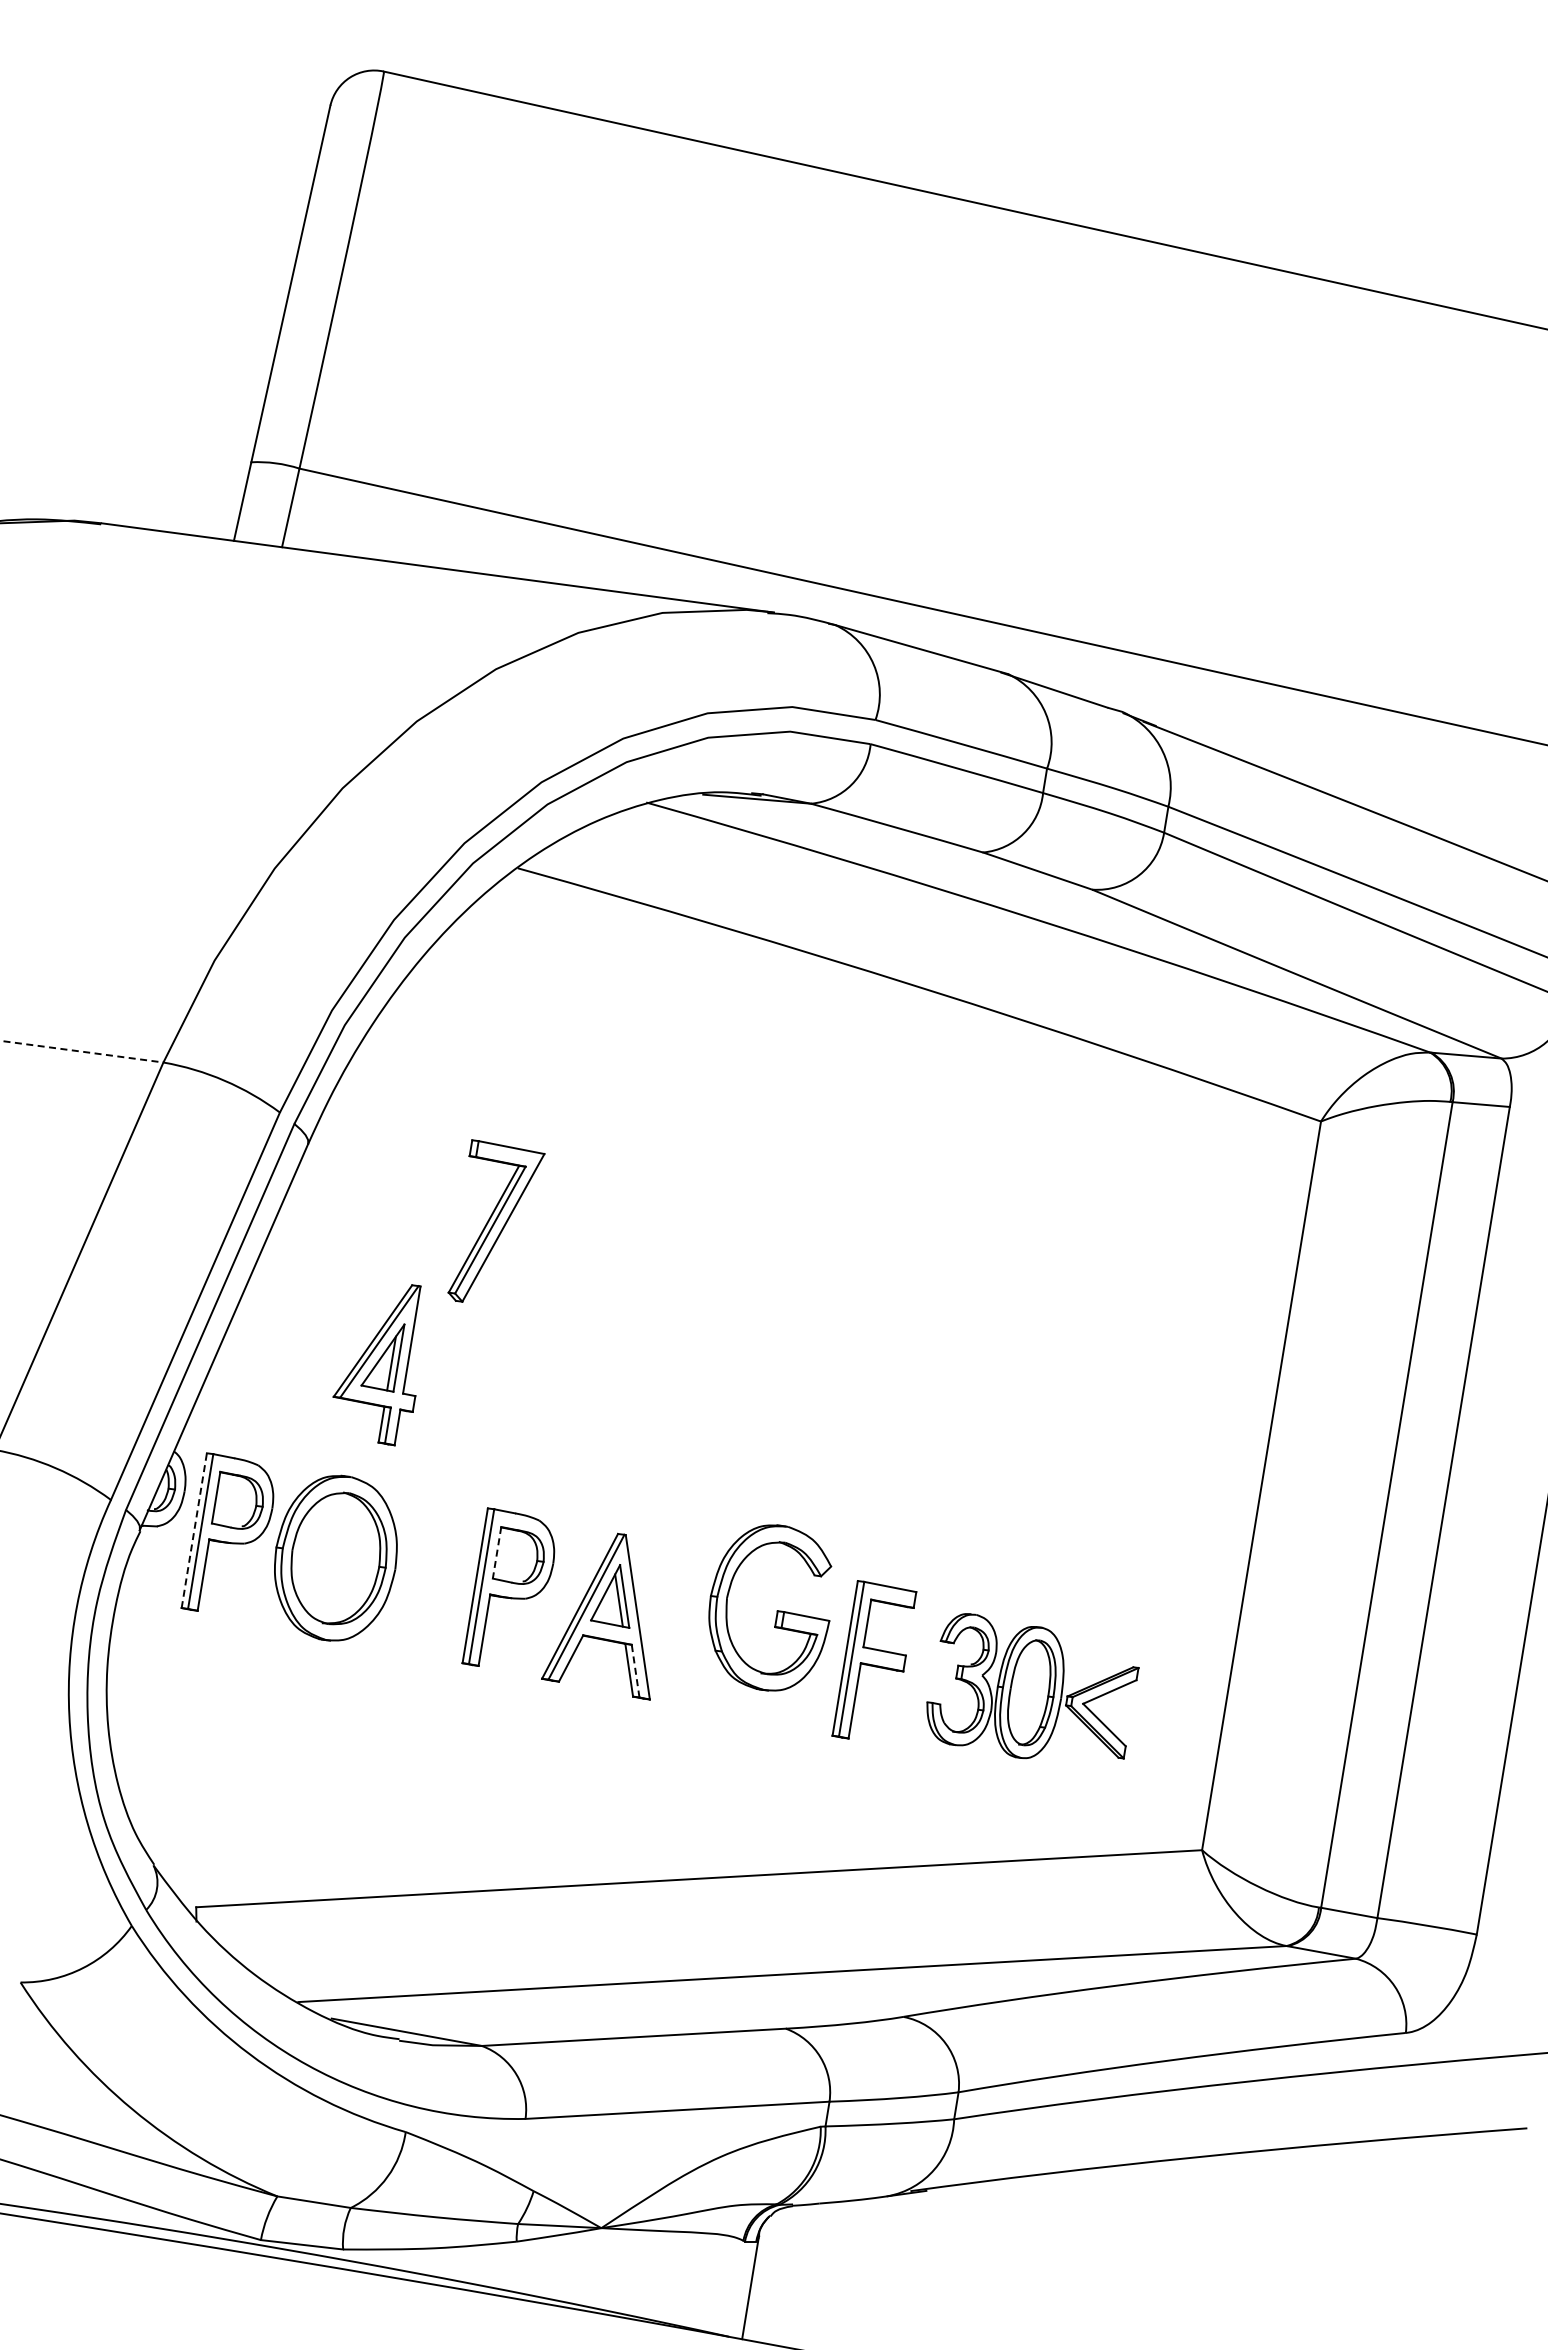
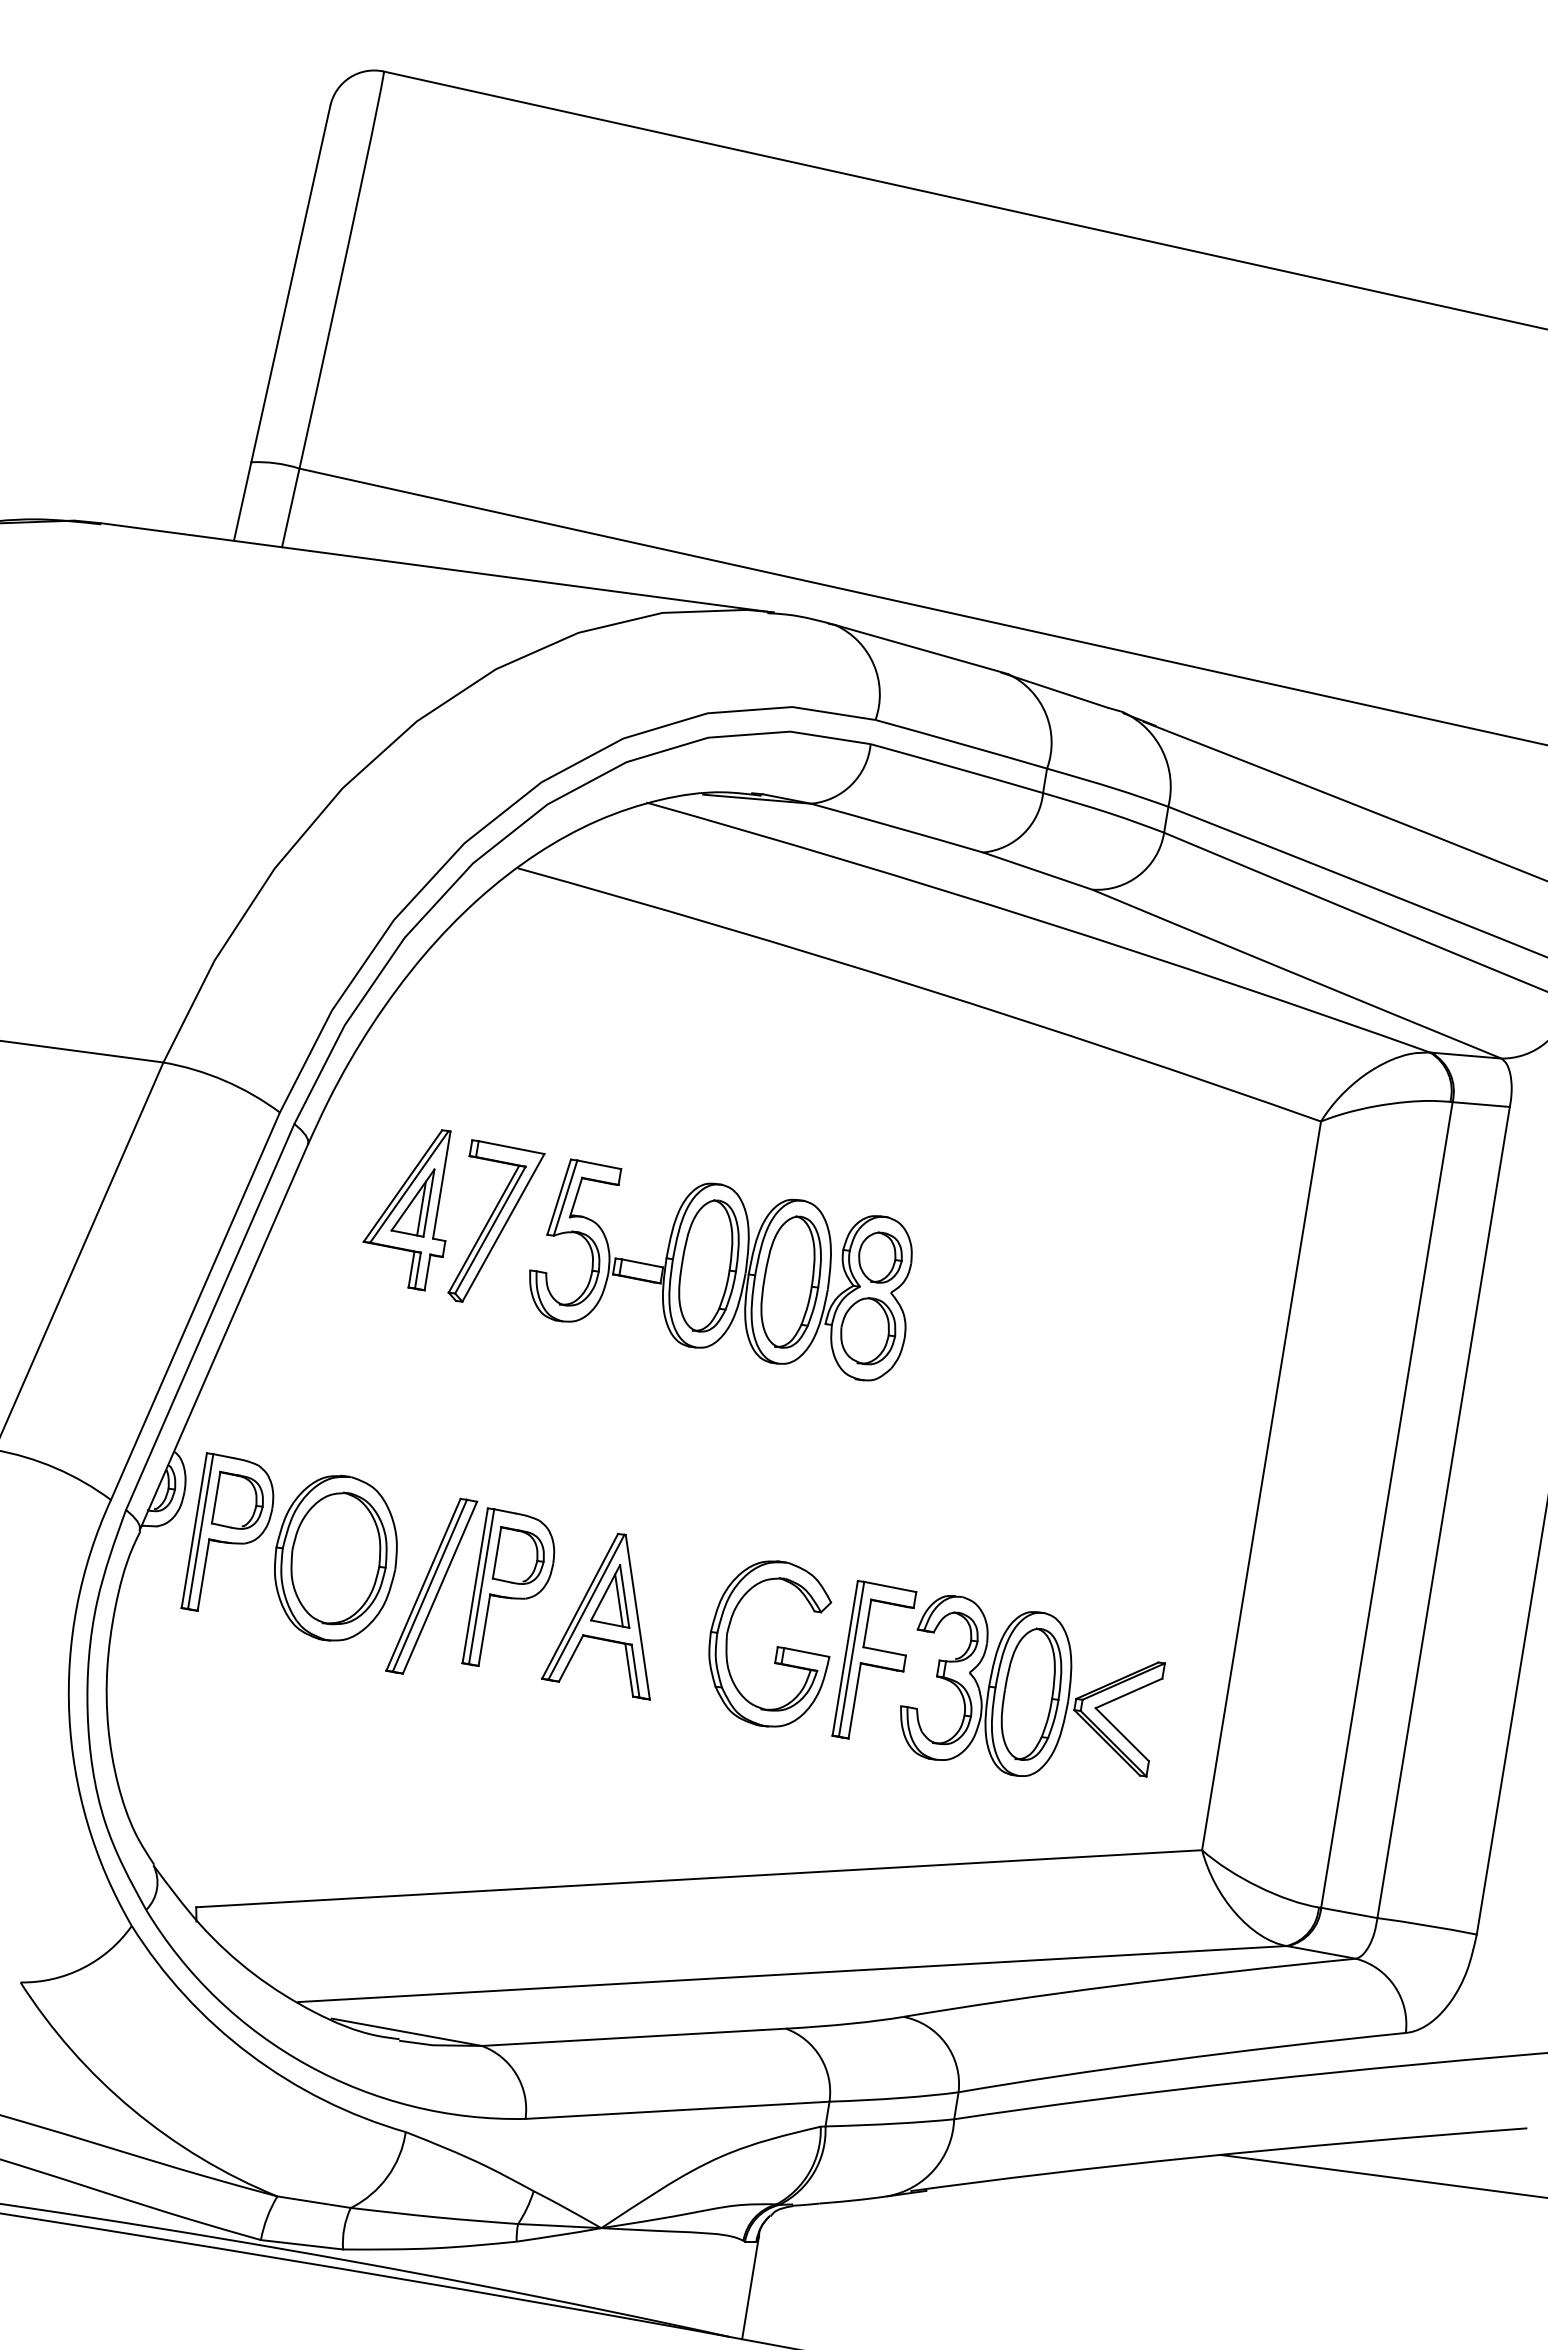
line at (82, 1051): dashed -> solid
part at (720, 1269): none -> present
part at (376, 1365) position: (376, 1365) -> (406, 1210)
line at (194, 1530): dashed -> solid
line at (496, 1553): dashed -> solid
part at (431, 1585): none -> present
part at (776, 1610) position: (776, 1610) -> (776, 1646)
line at (635, 1671): dashed -> solid
part at (1032, 1686) size: 214x147 px -> 266x183 px
line at (1382, 2175): none -> present
